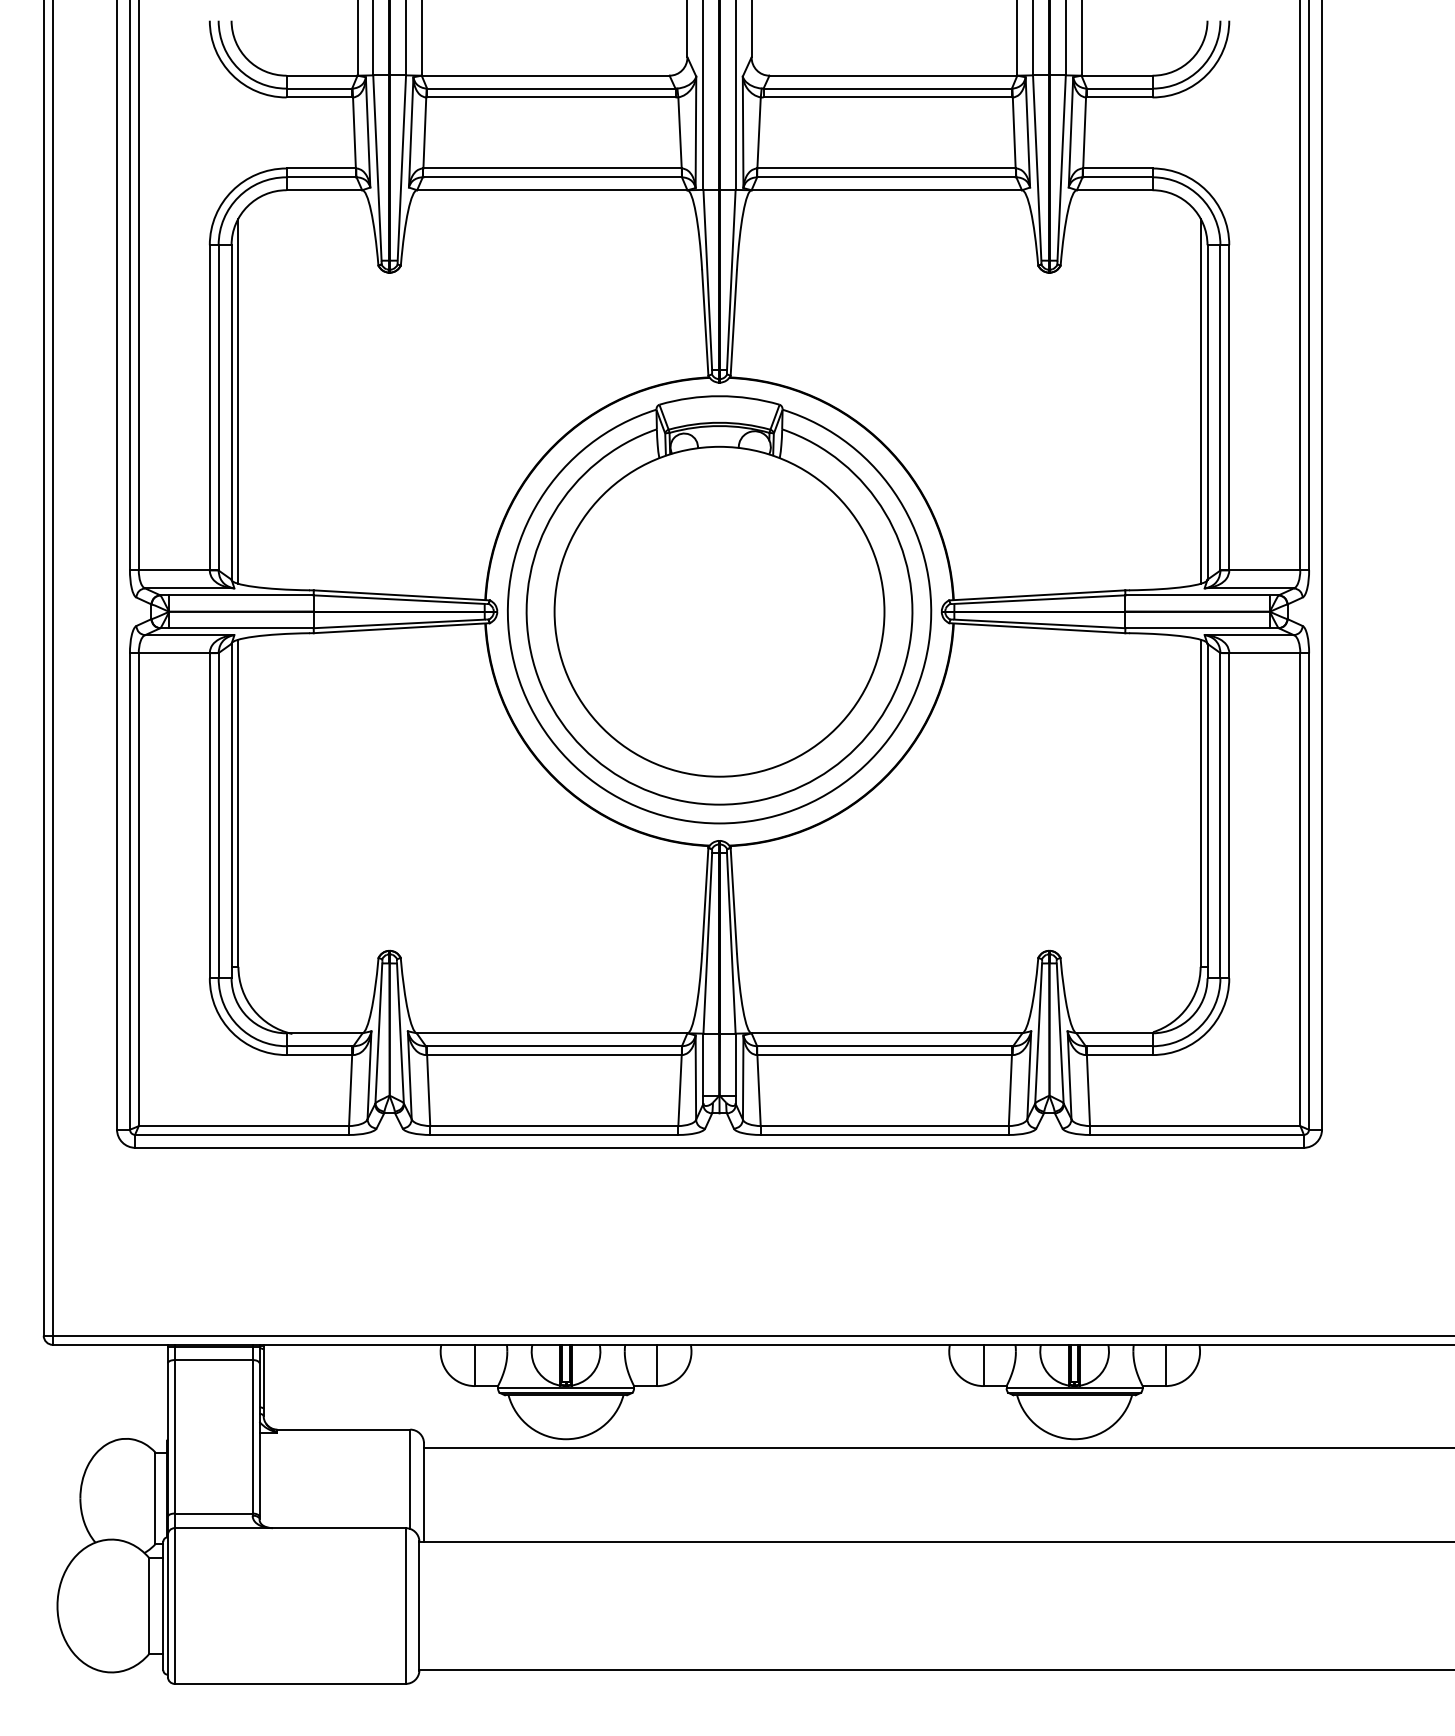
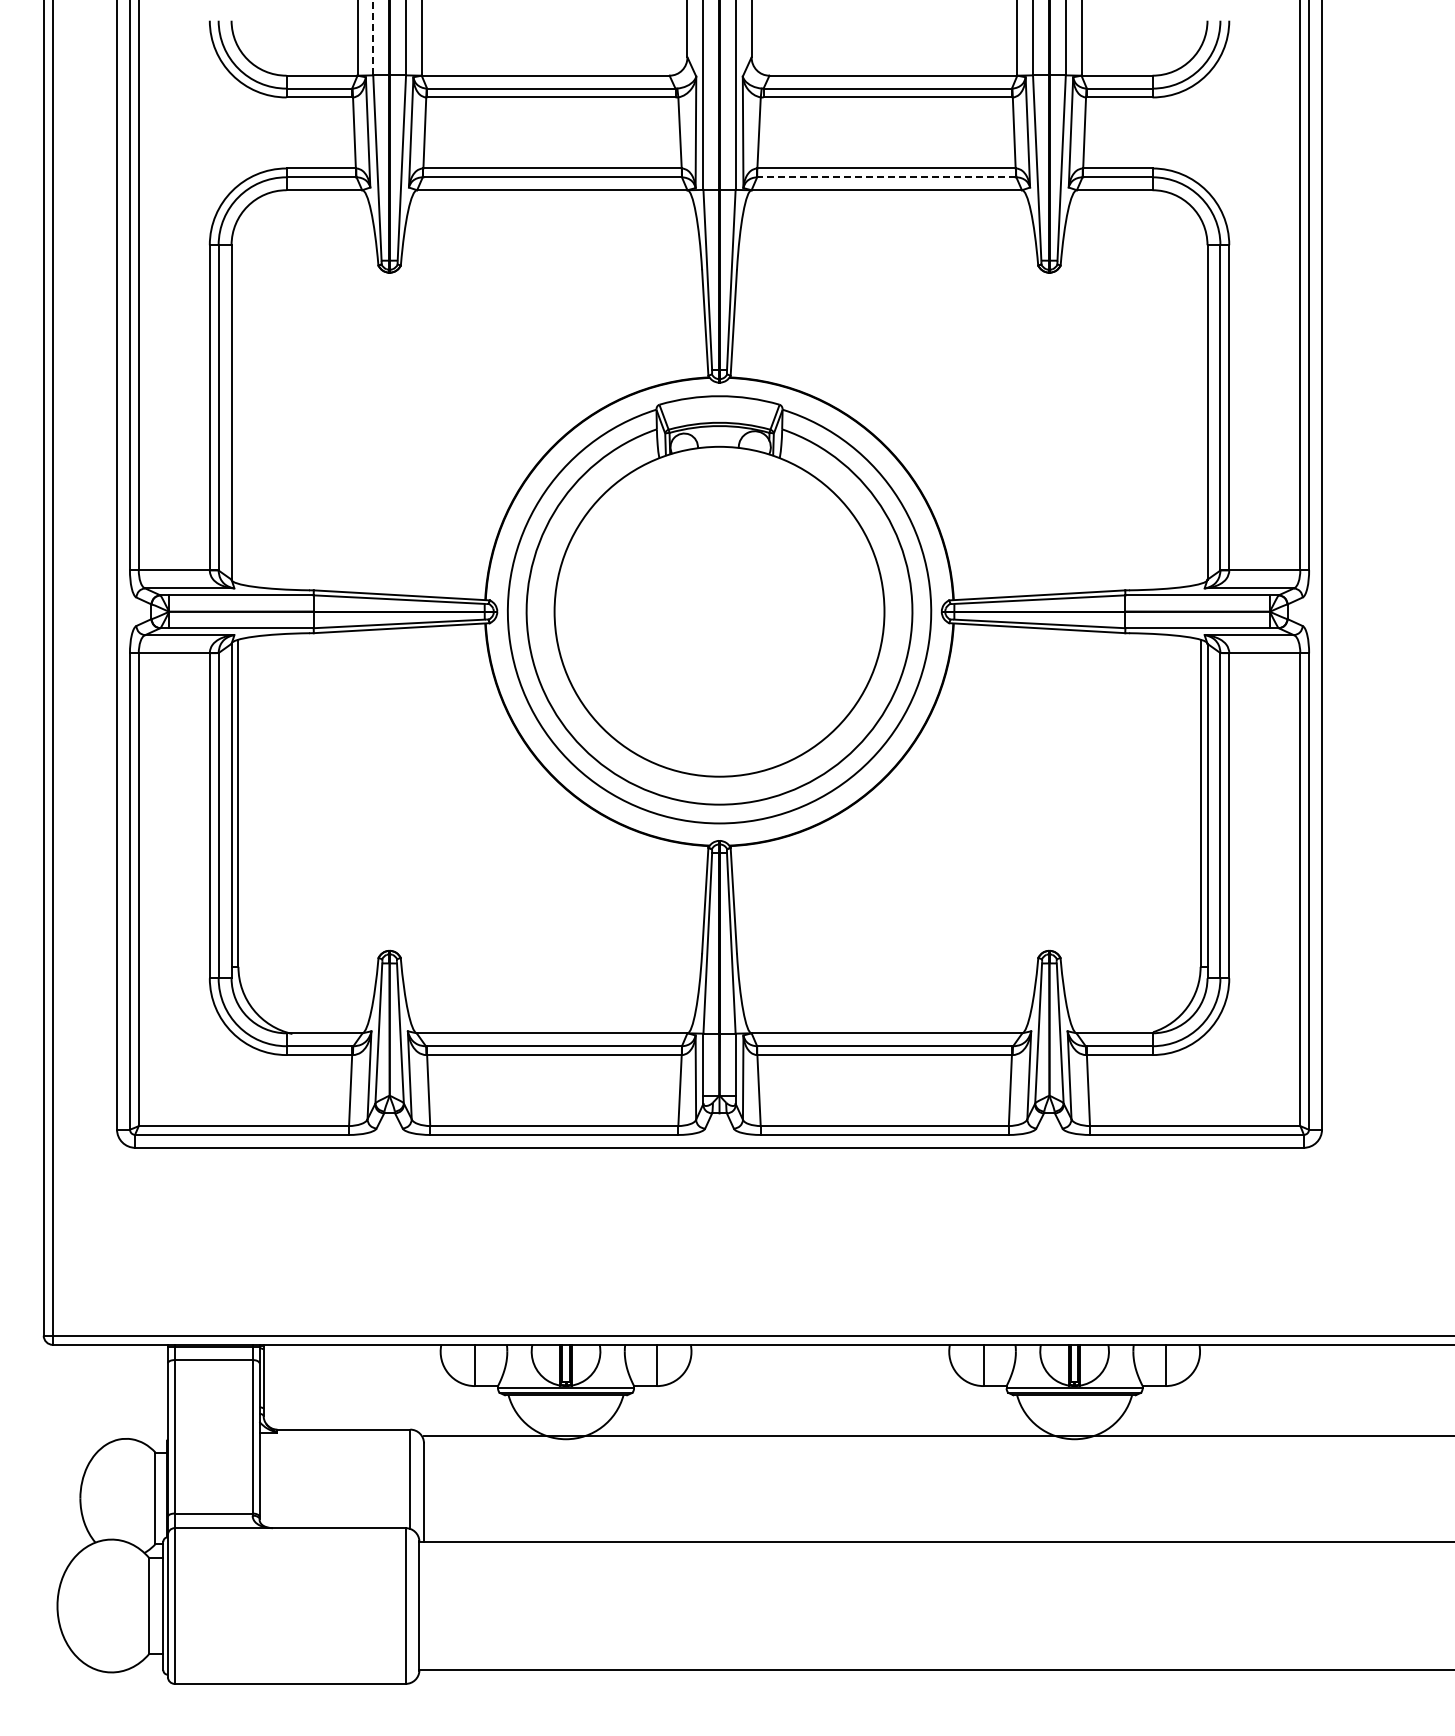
line at (373, 37): solid -> dashed
line at (885, 177): solid -> dashed
line at (238, 401): present -> none
line at (1200, 401): present -> none
line at (937, 1447) position: (937, 1447) -> (937, 1435)
